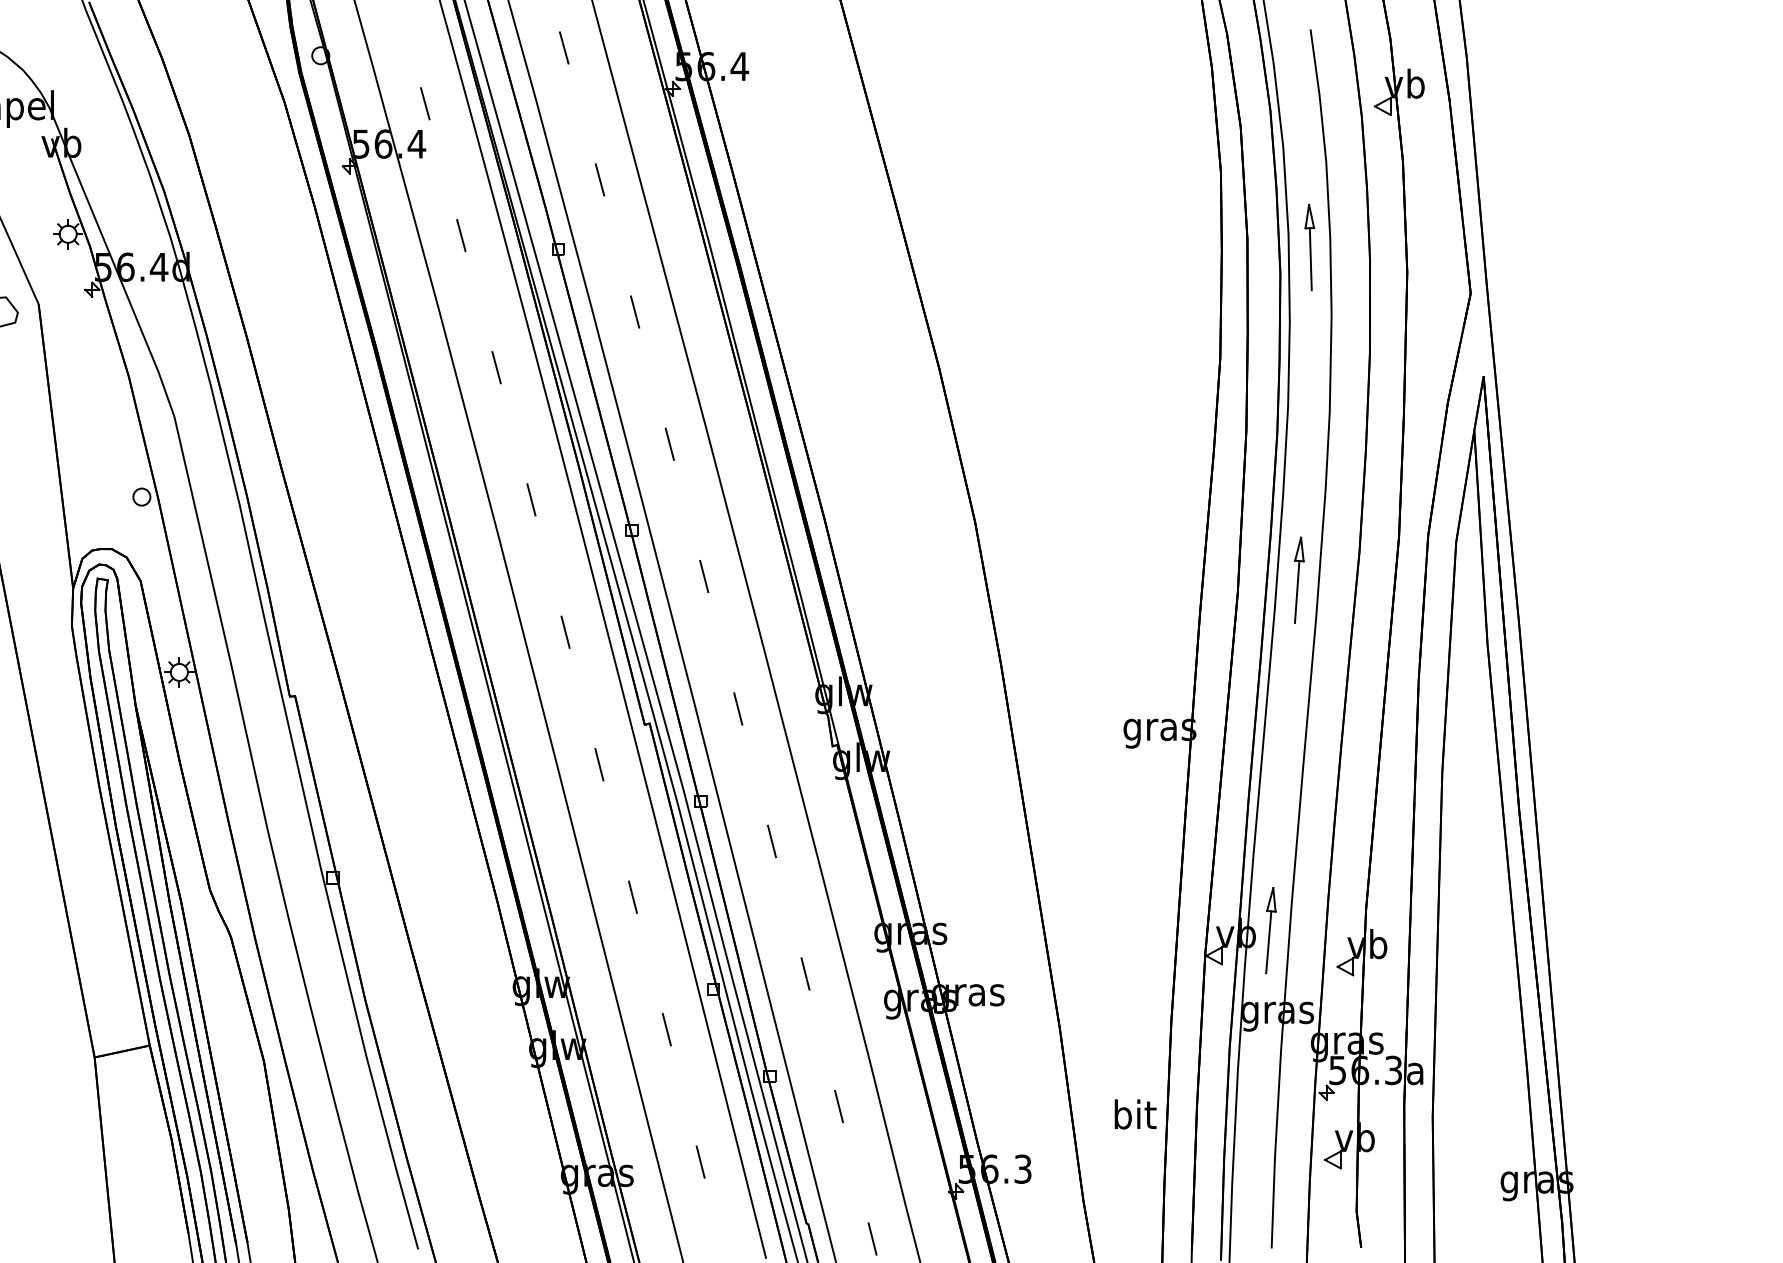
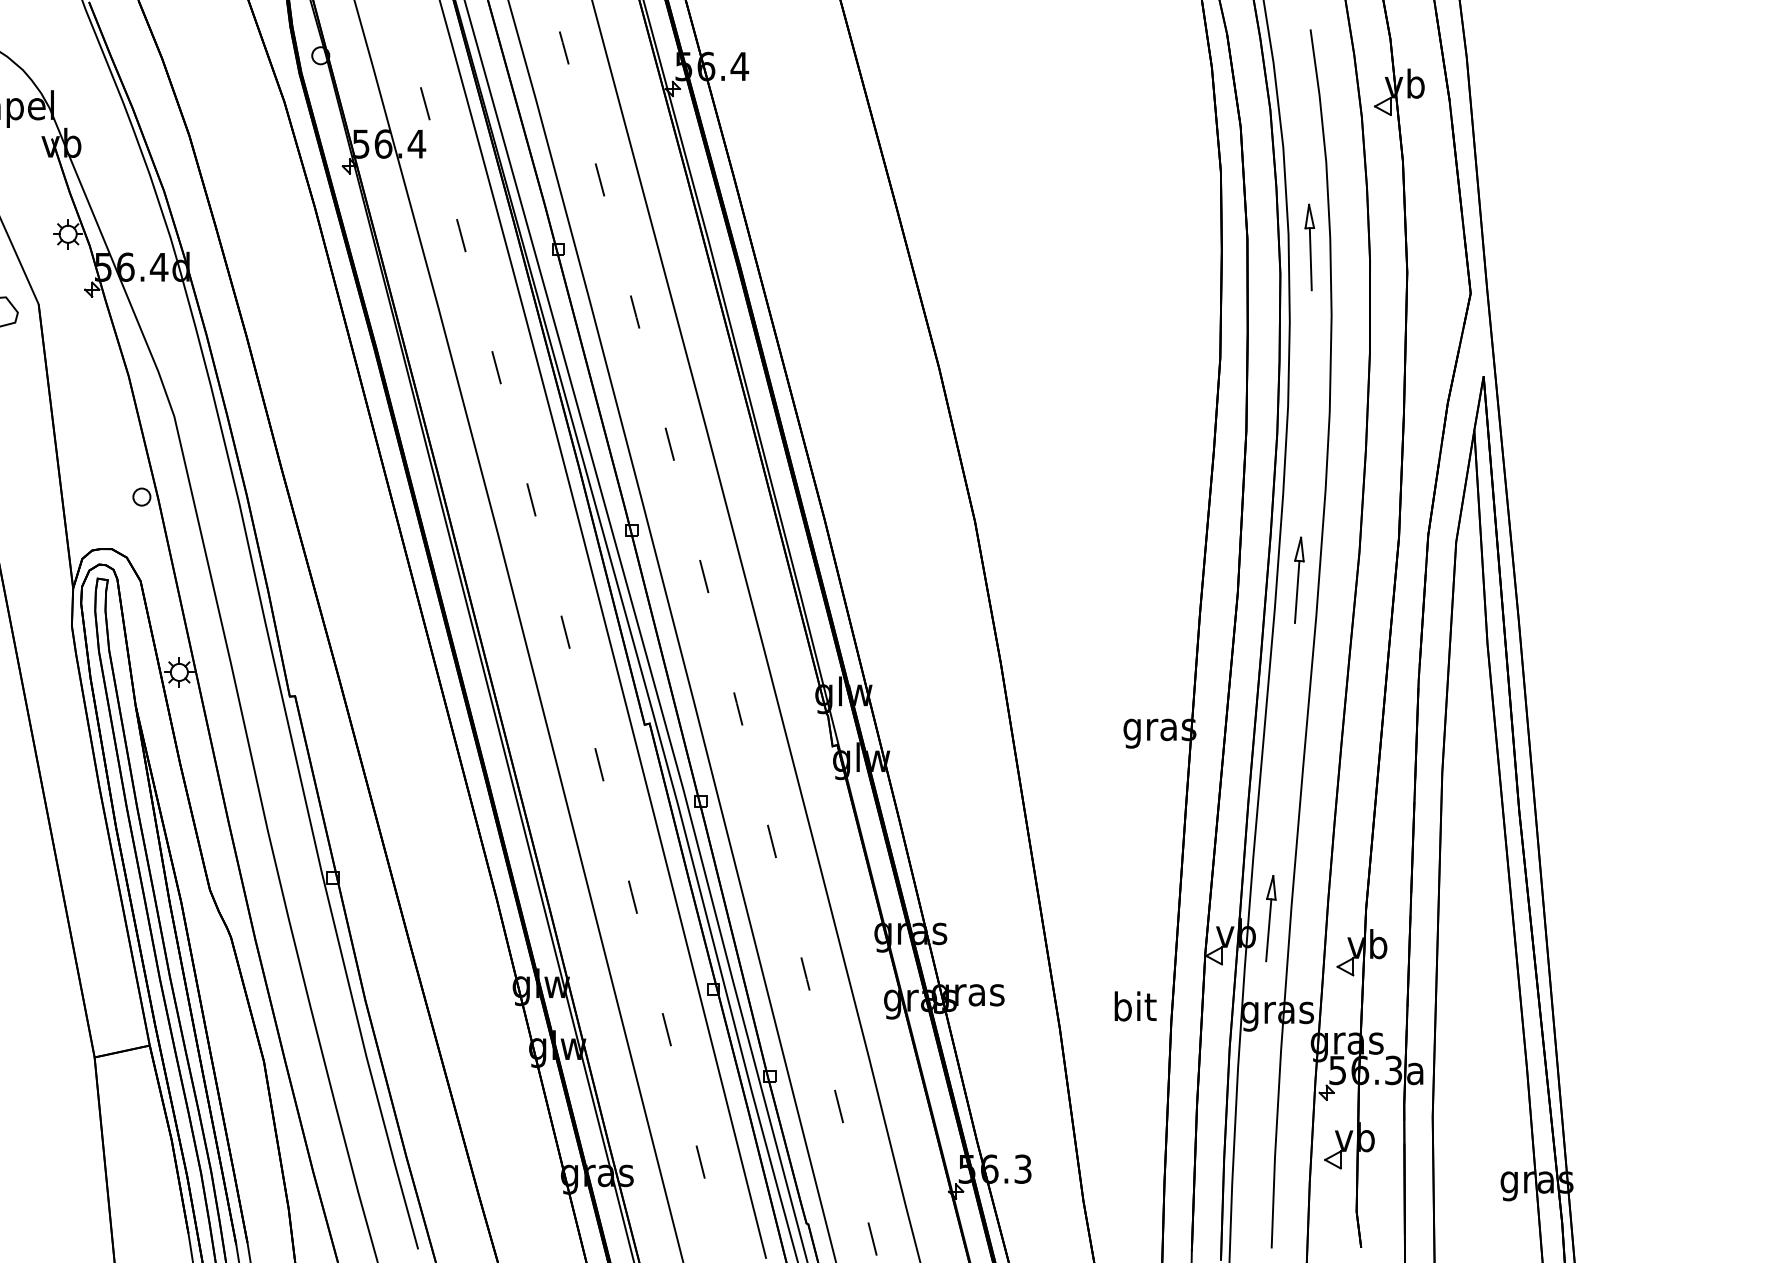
part at (1270, 930) position: (1270, 930) -> (1270, 918)
text at (1135, 1114) position: (1135, 1114) -> (1135, 1006)
